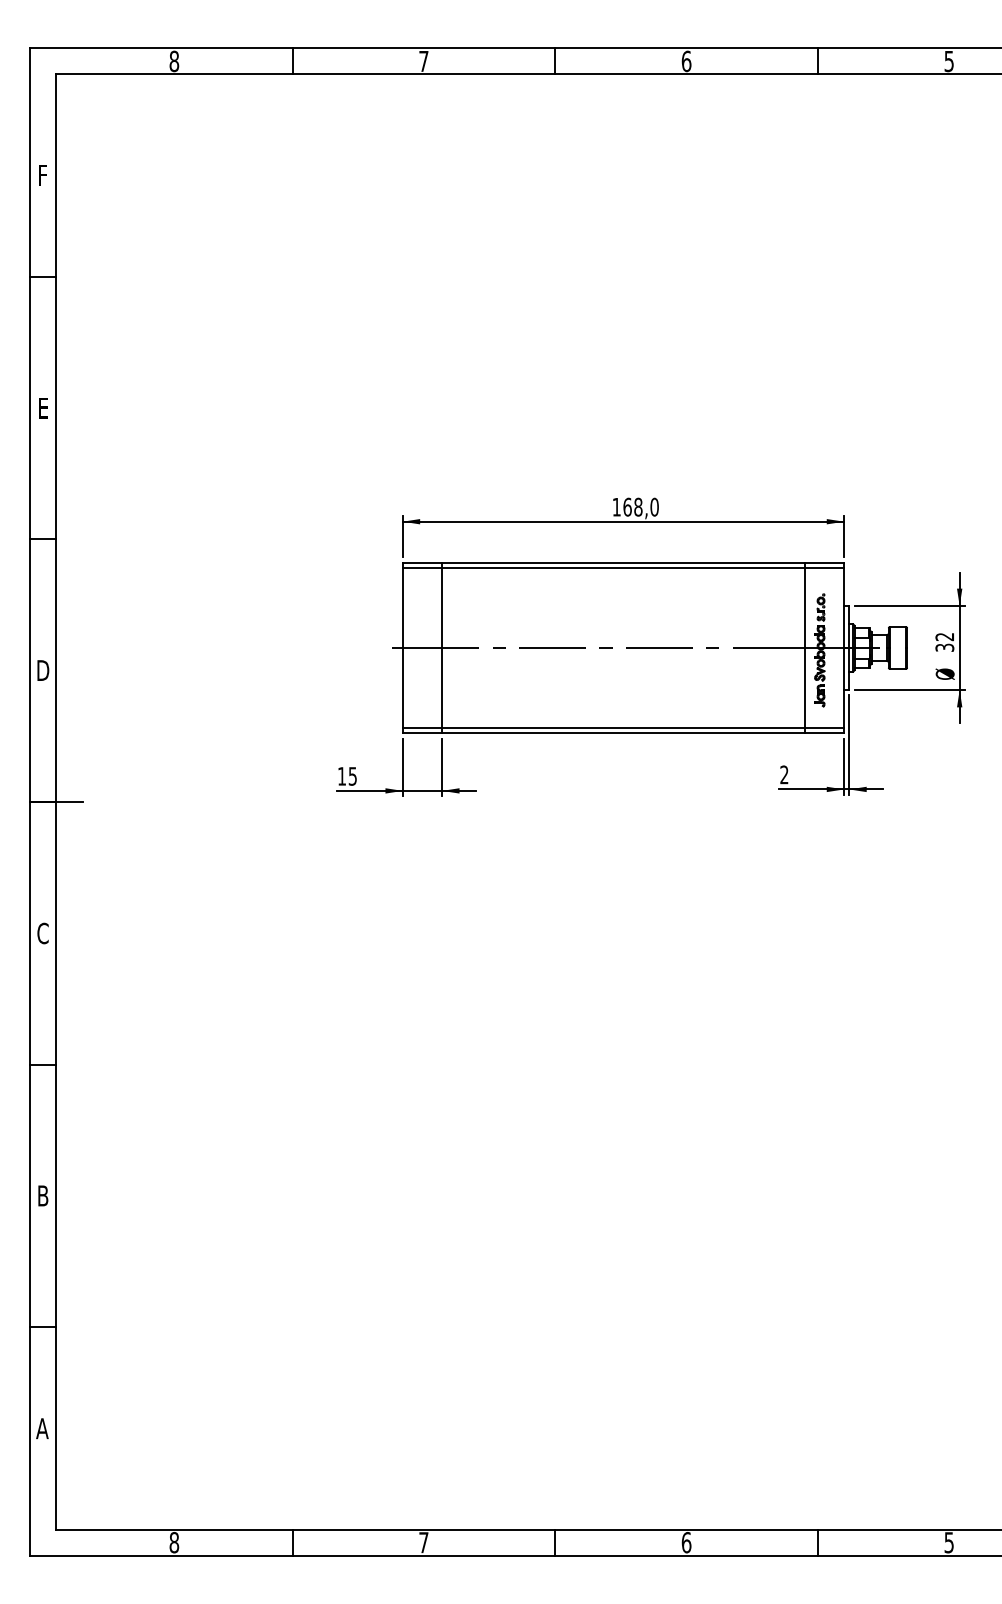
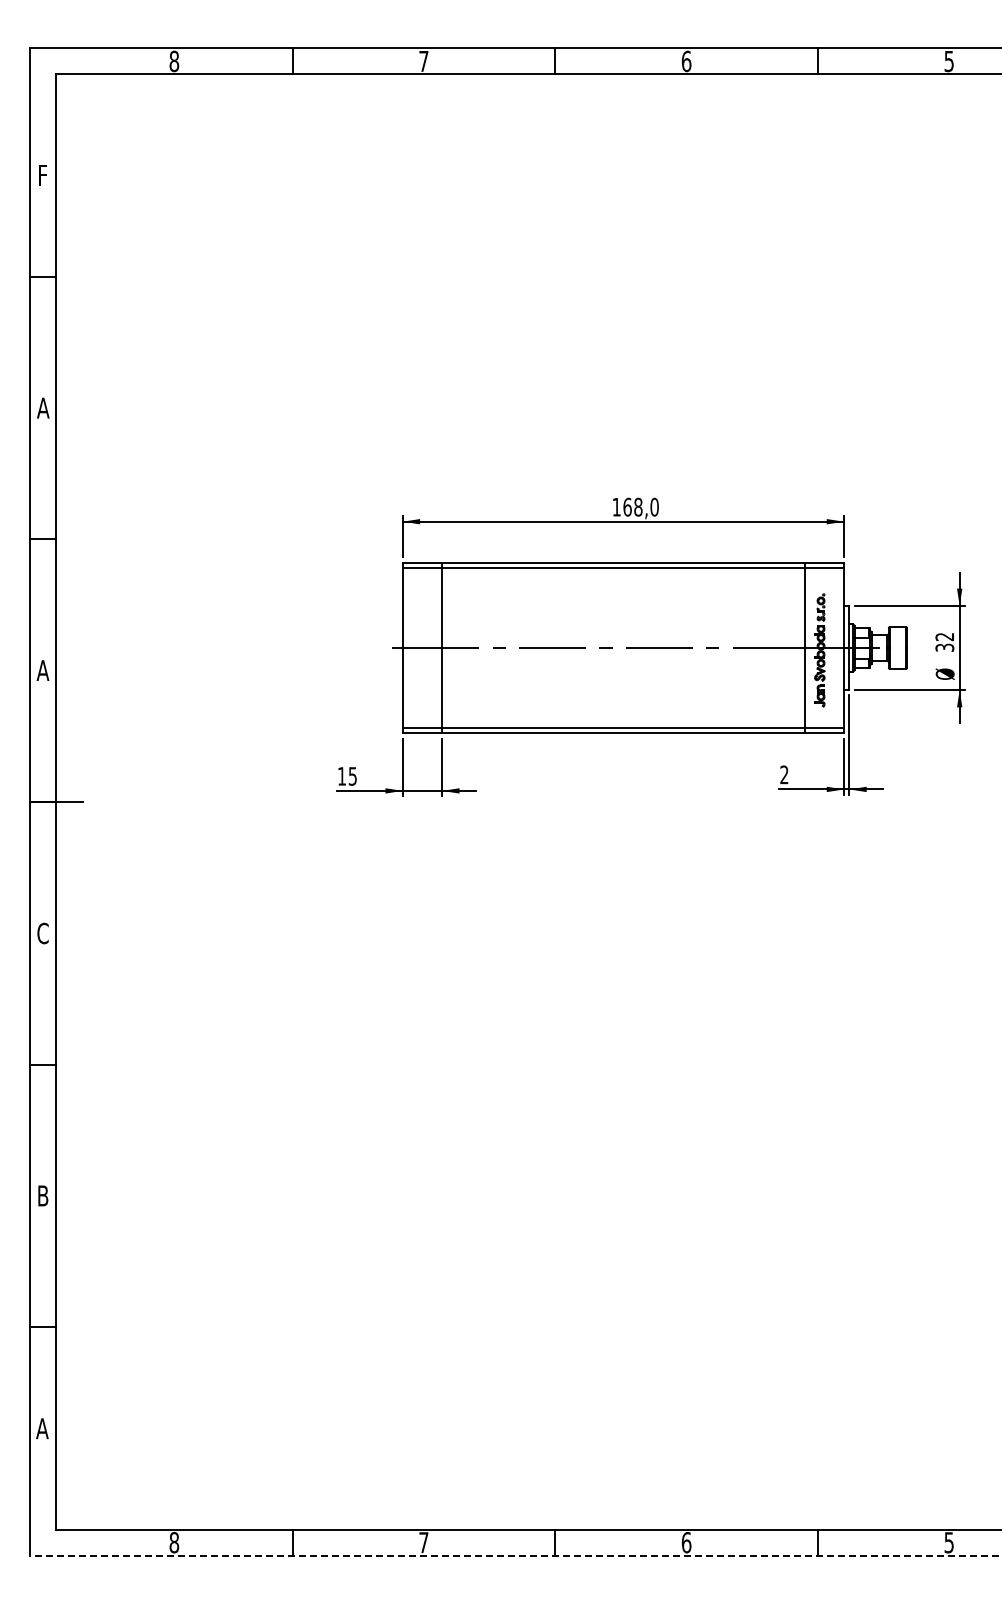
text at (43, 407): E -> A
text at (42, 670): D -> A
line at (515, 1555): solid -> dashed
